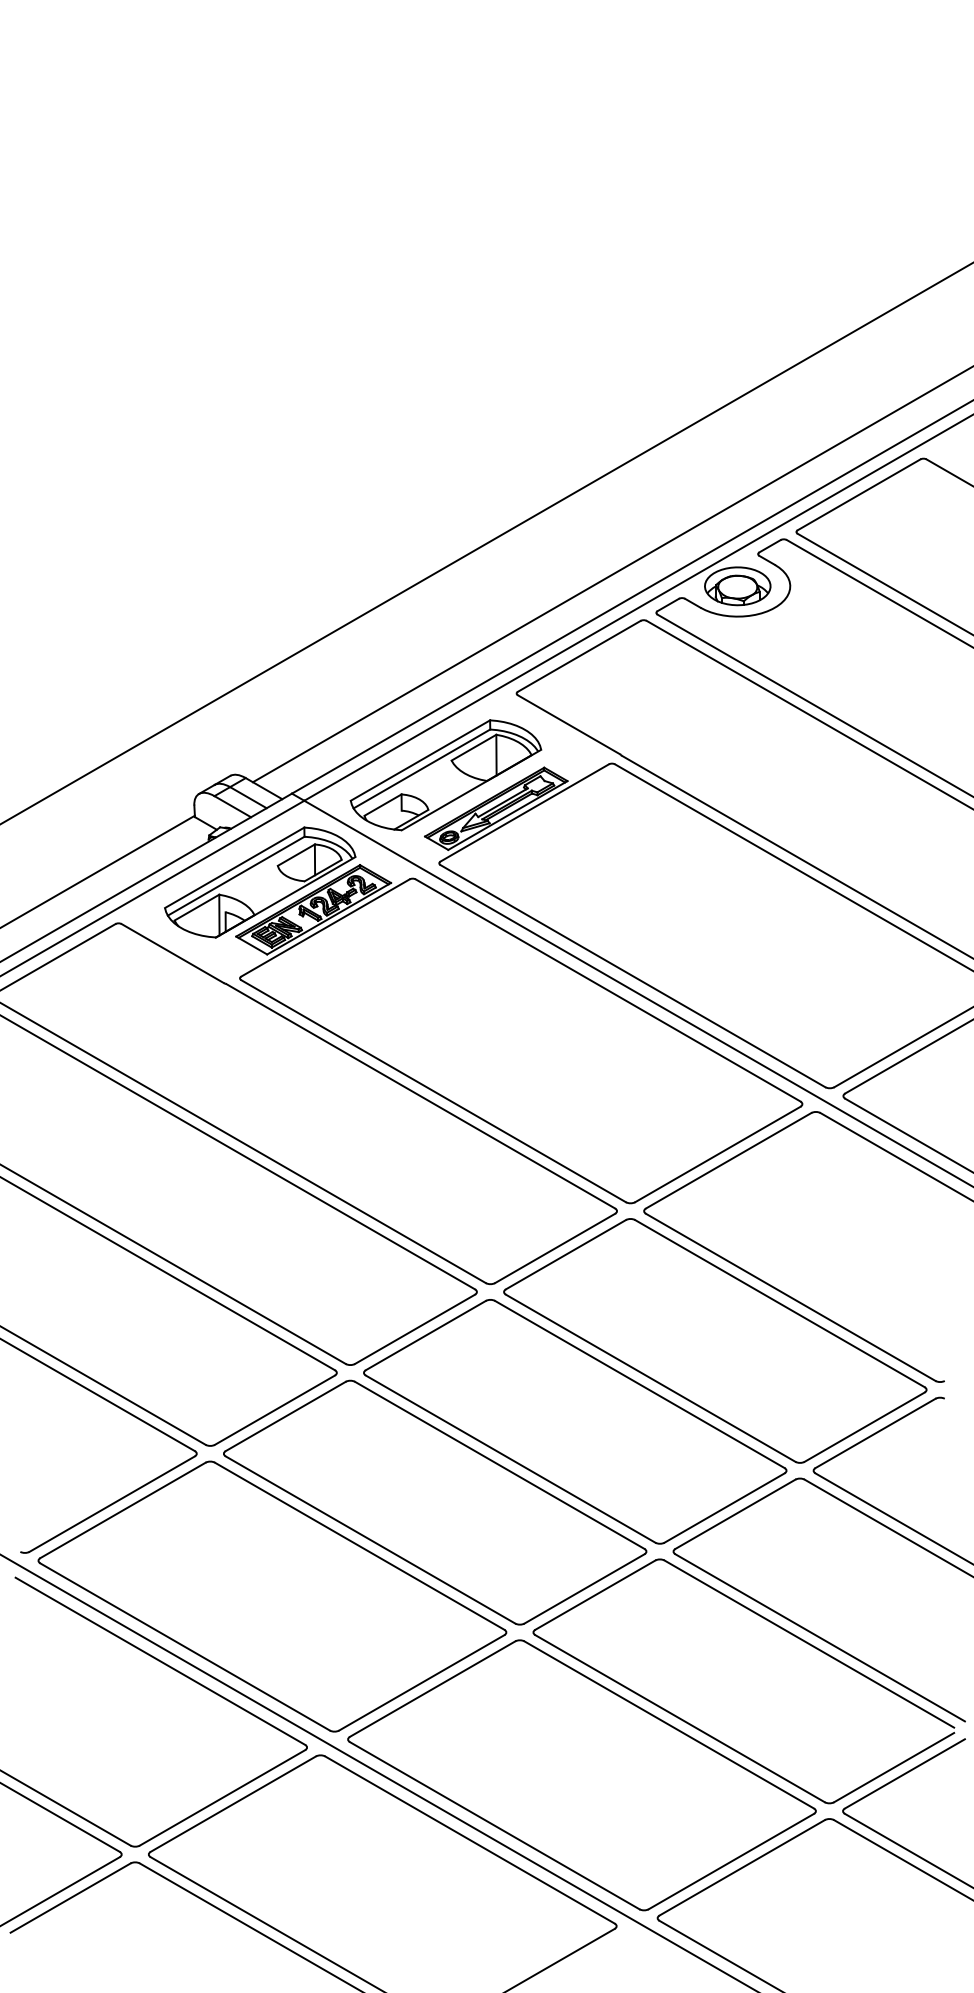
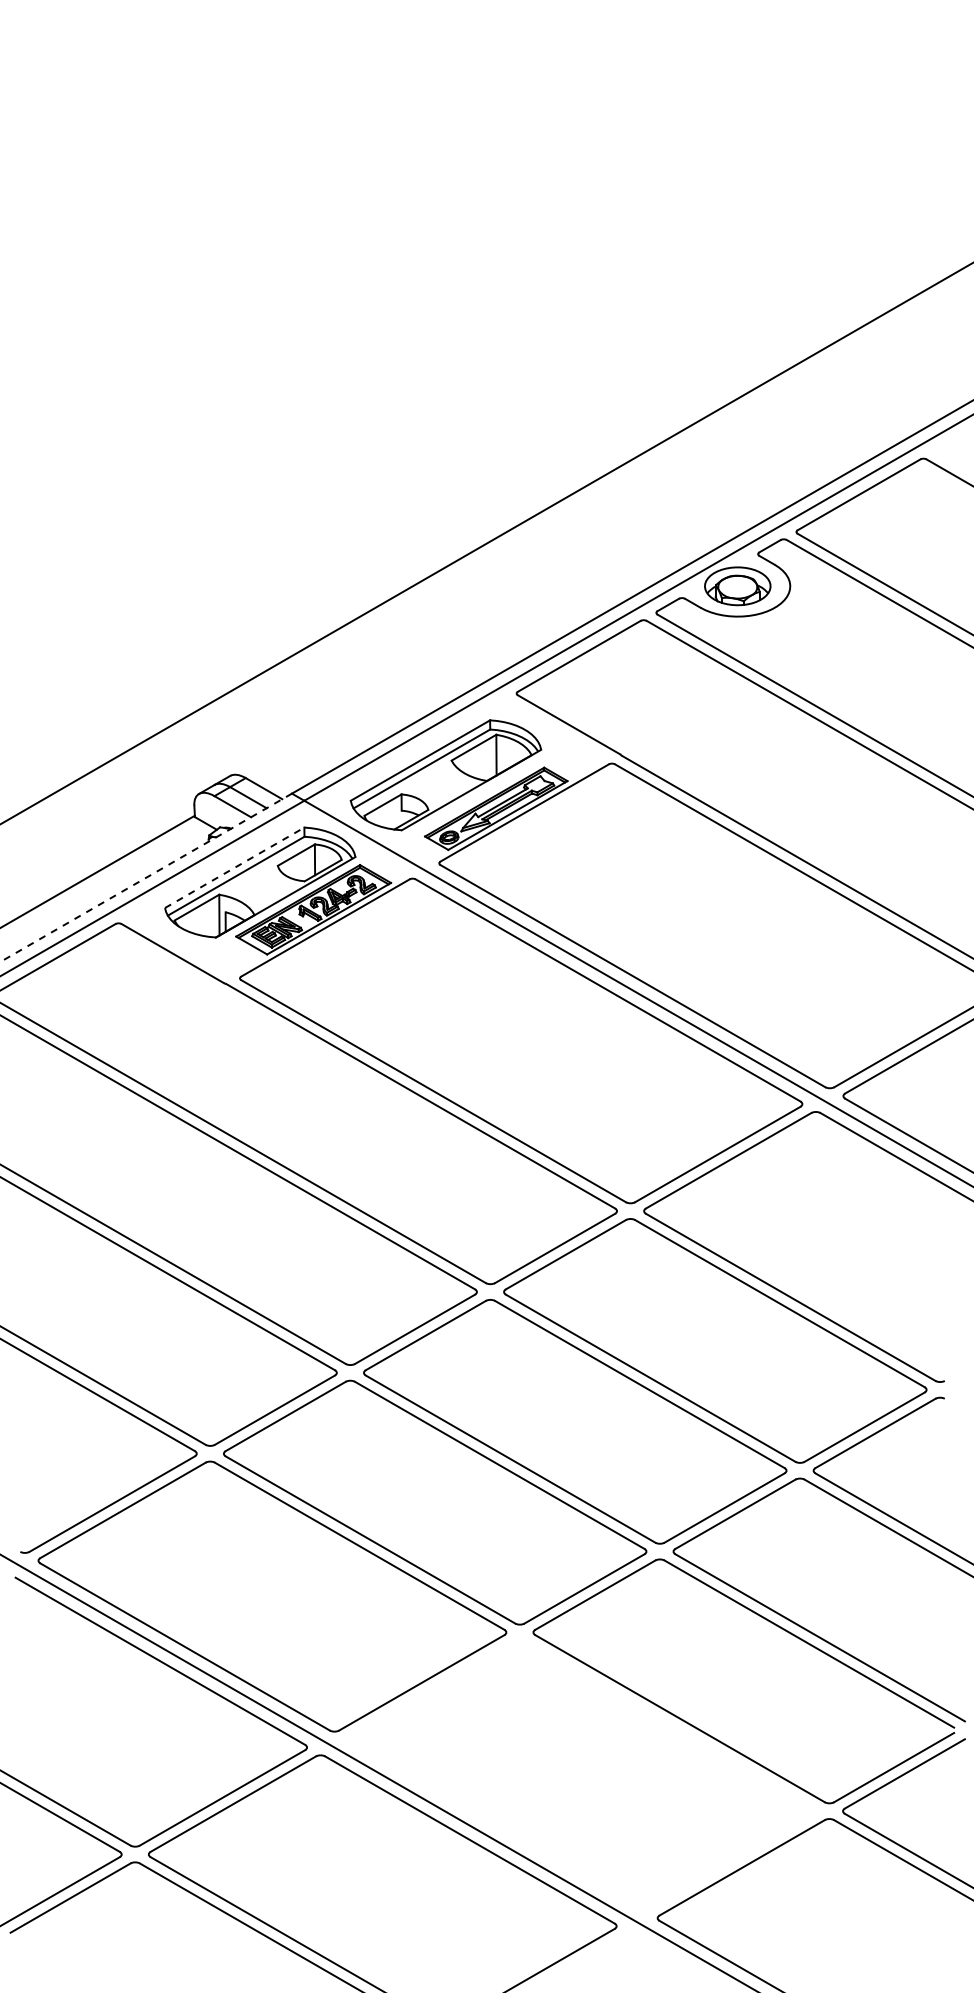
line at (611, 575): present -> none
line at (235, 867): solid -> dashed
line at (146, 877): solid -> dashed
part at (581, 1775): present -> none
